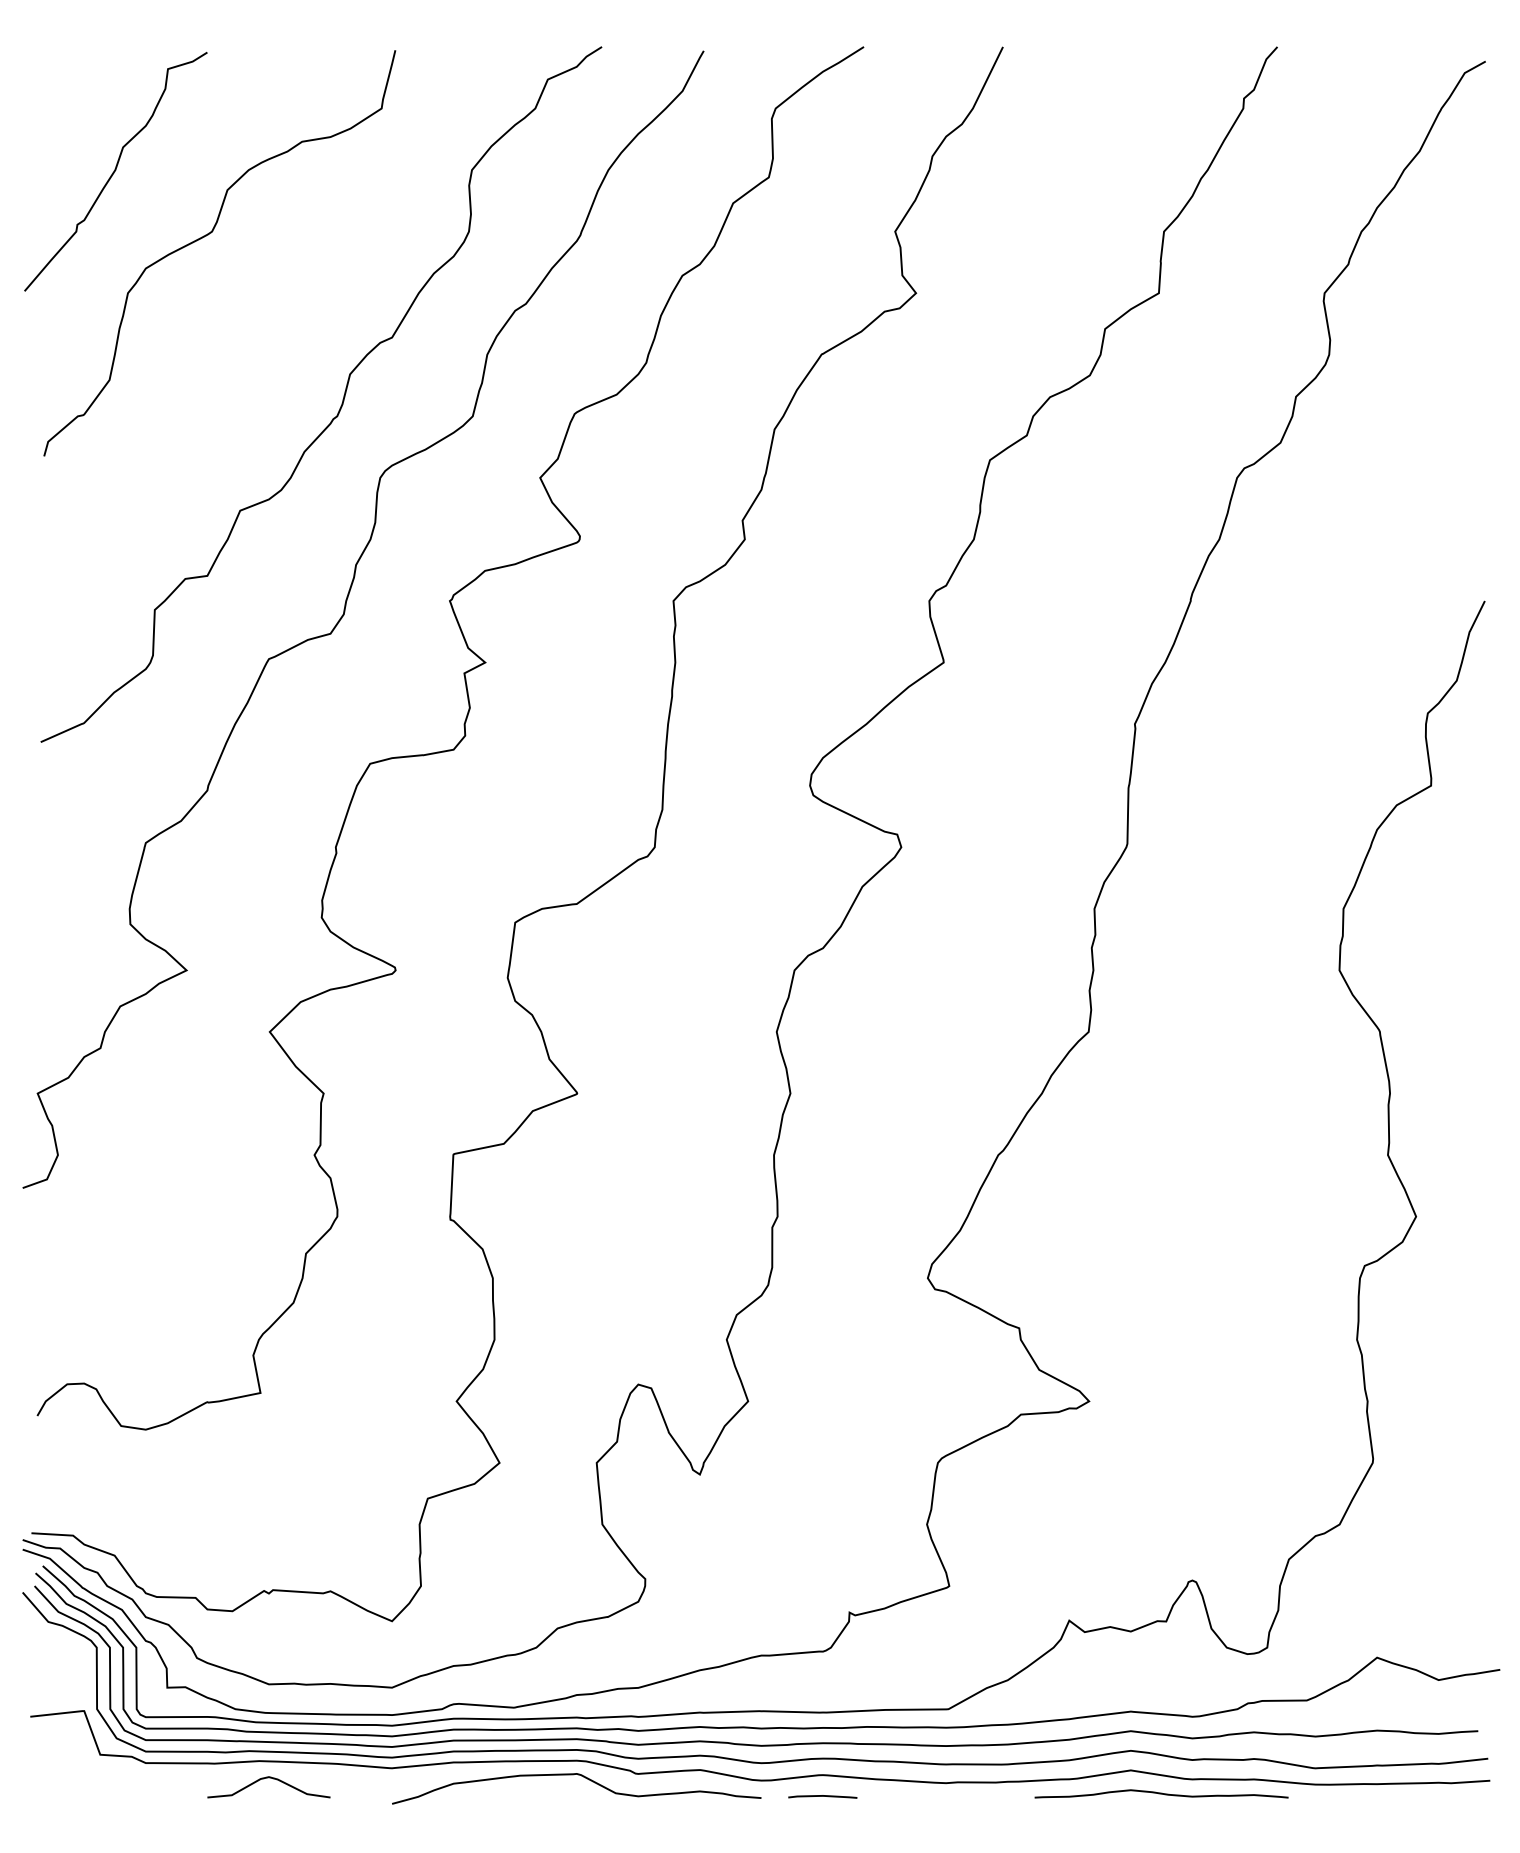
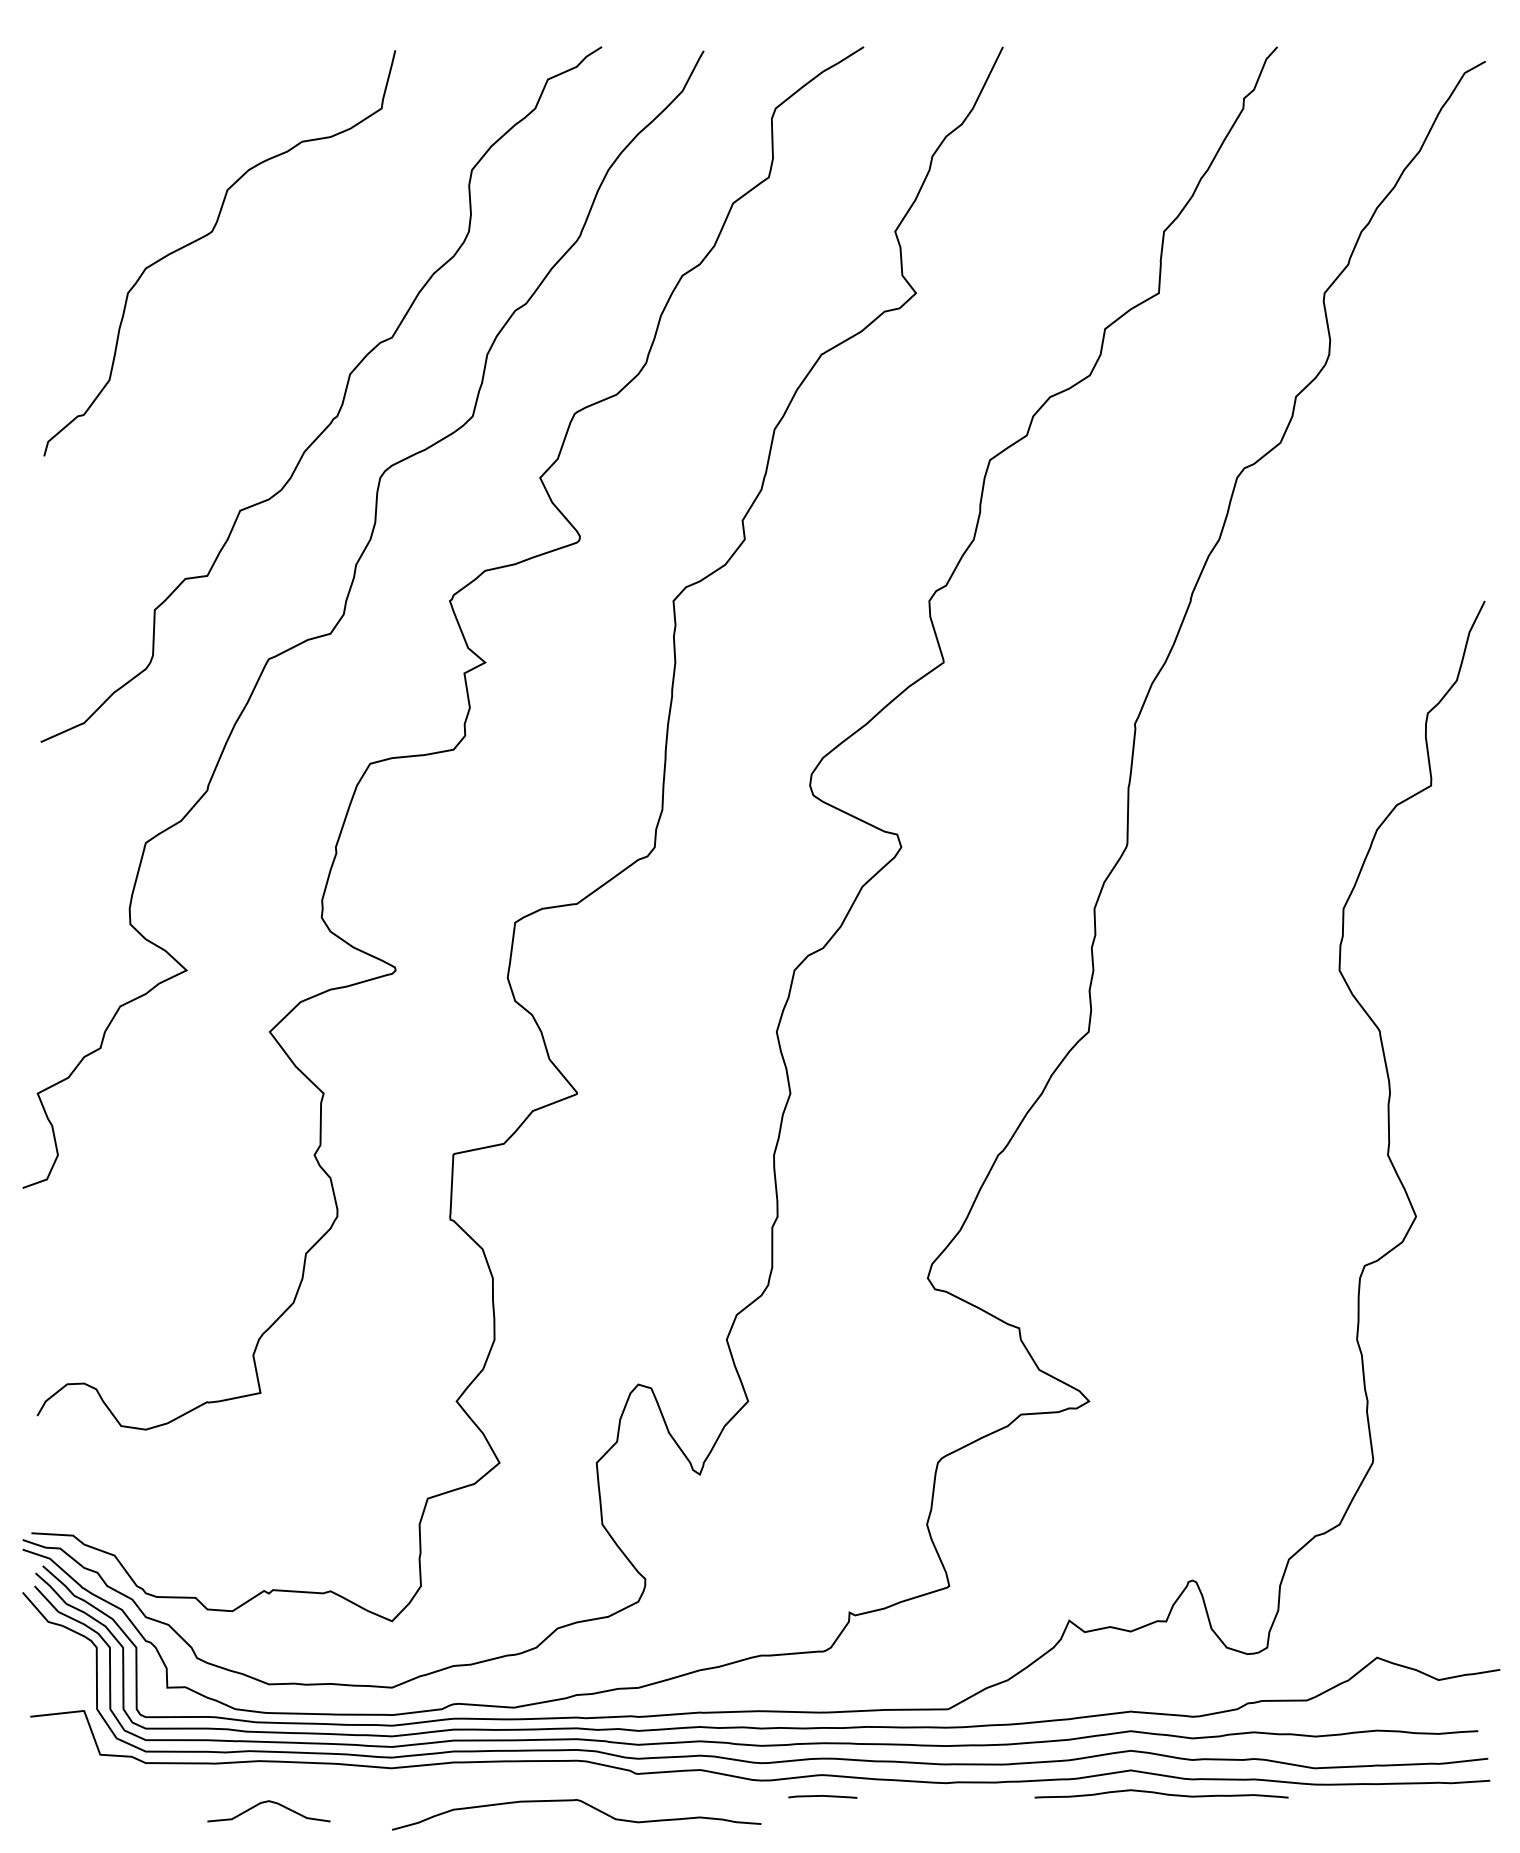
curve at (115, 171): present -> none
curve at (581, 1776) position: (581, 1776) -> (581, 1802)
curve at (268, 1778) position: (268, 1778) -> (268, 1802)
